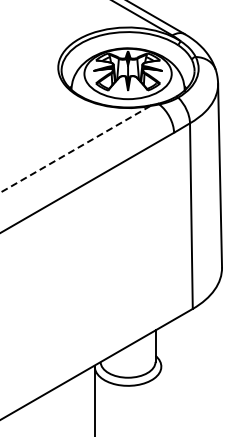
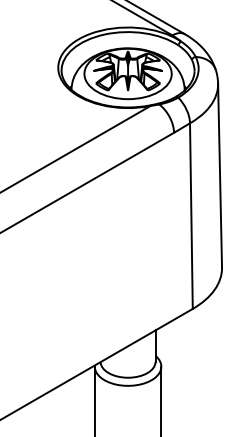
line at (75, 149): dashed -> solid
line at (161, 399): none -> present
